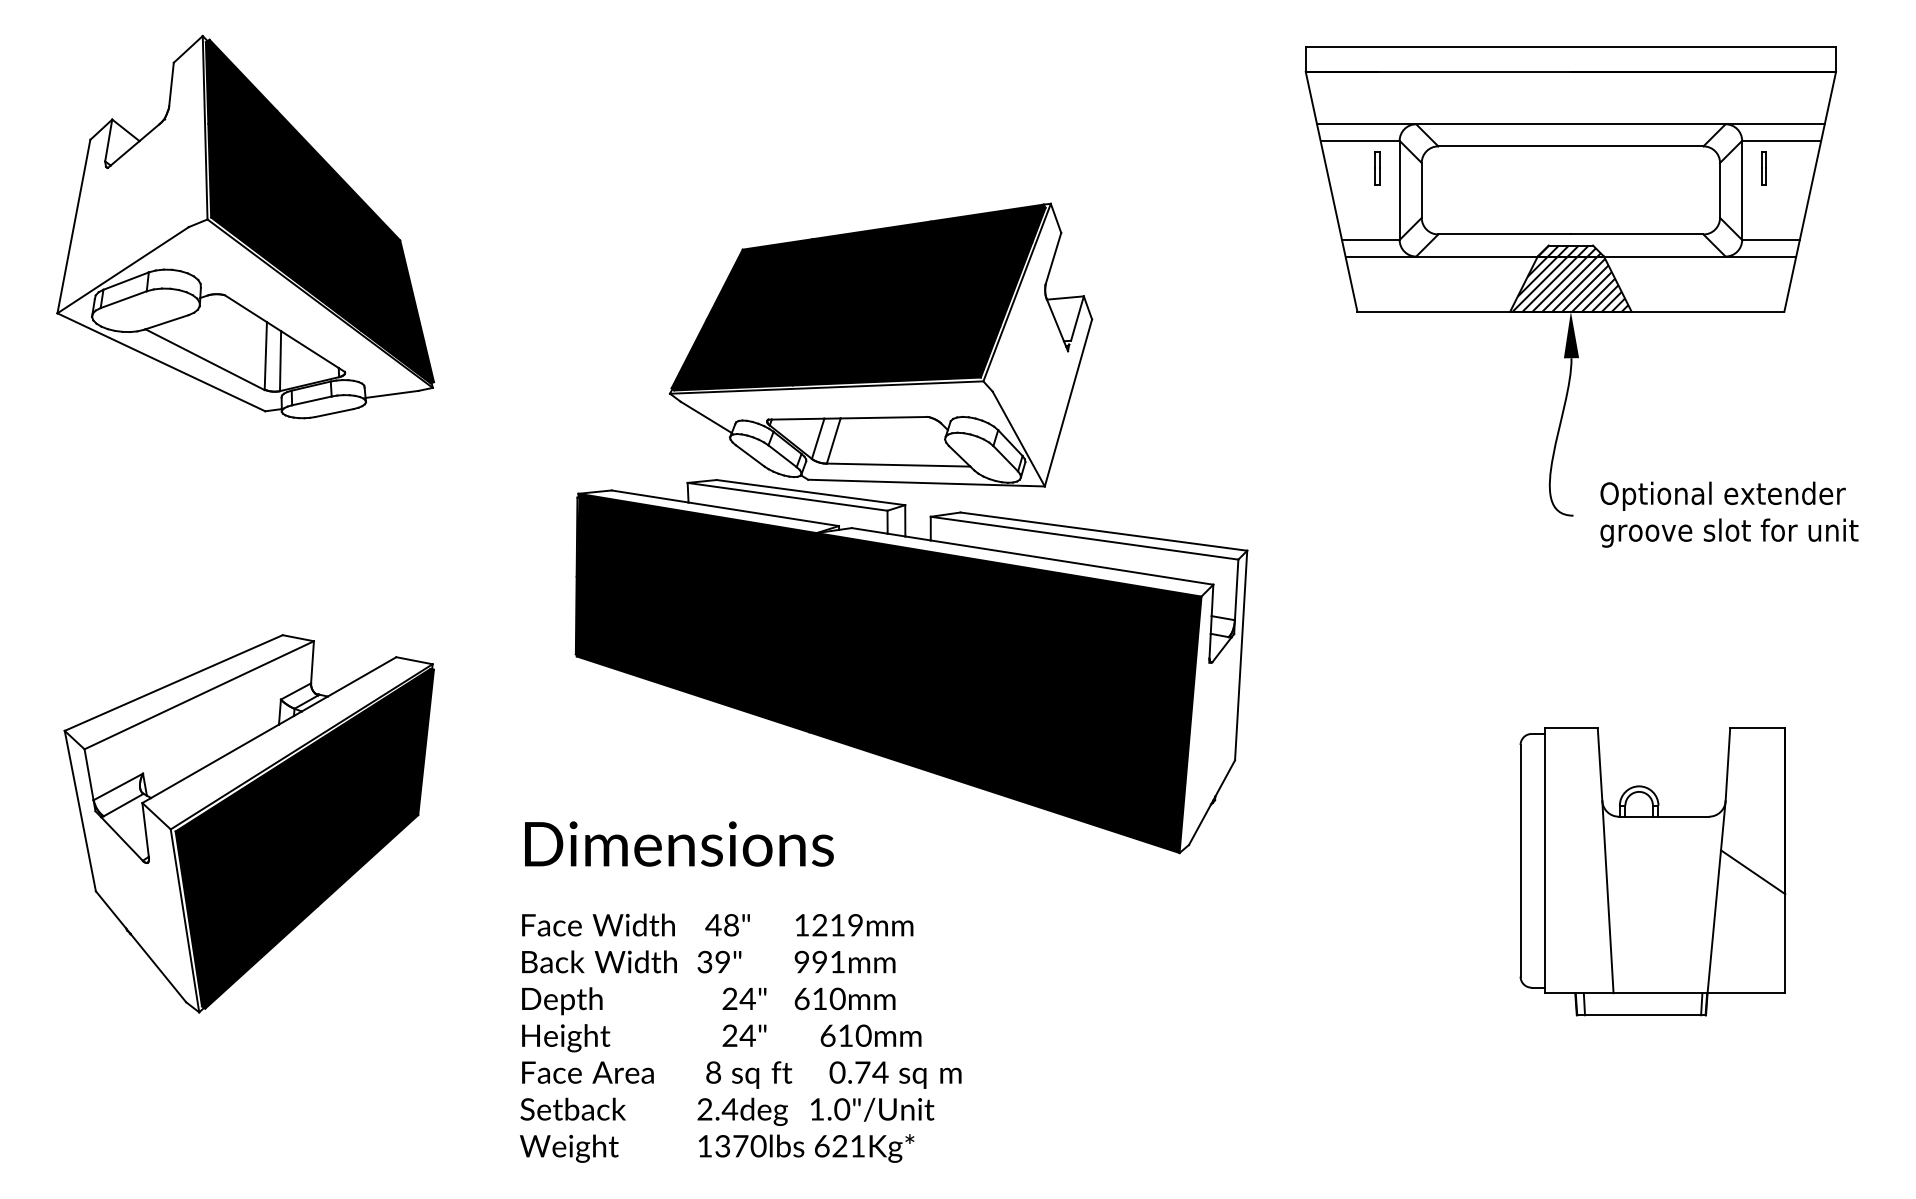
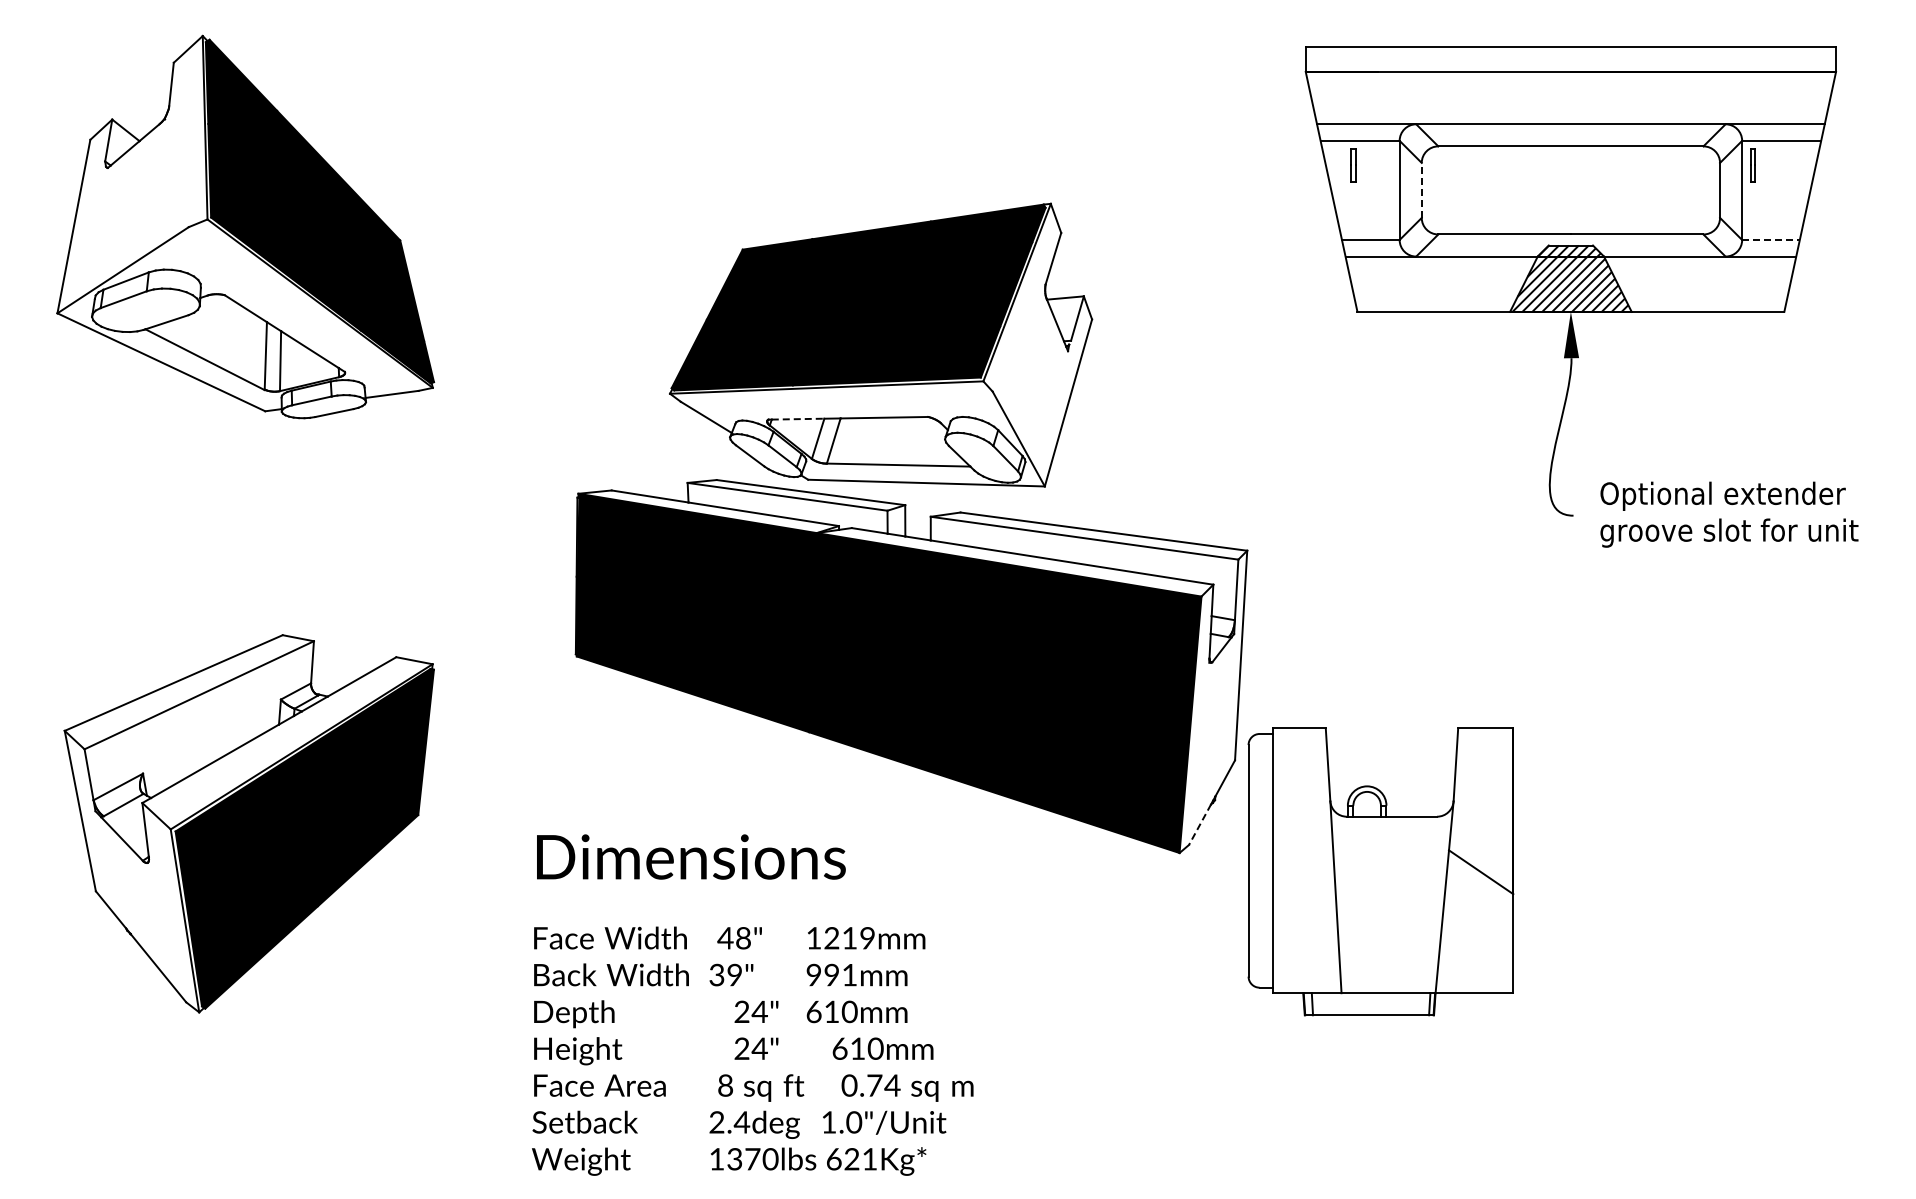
part at (1377, 168) position: (1377, 168) -> (1353, 165)
part at (1763, 168) position: (1763, 168) -> (1752, 165)
line at (1421, 189): solid -> dashed
line at (1770, 240): solid -> dashed
line at (798, 419): solid -> dashed
line at (1199, 825): solid -> dashed
part at (1652, 871) position: (1652, 871) -> (1380, 871)
text at (740, 991) position: (740, 991) -> (752, 1004)
